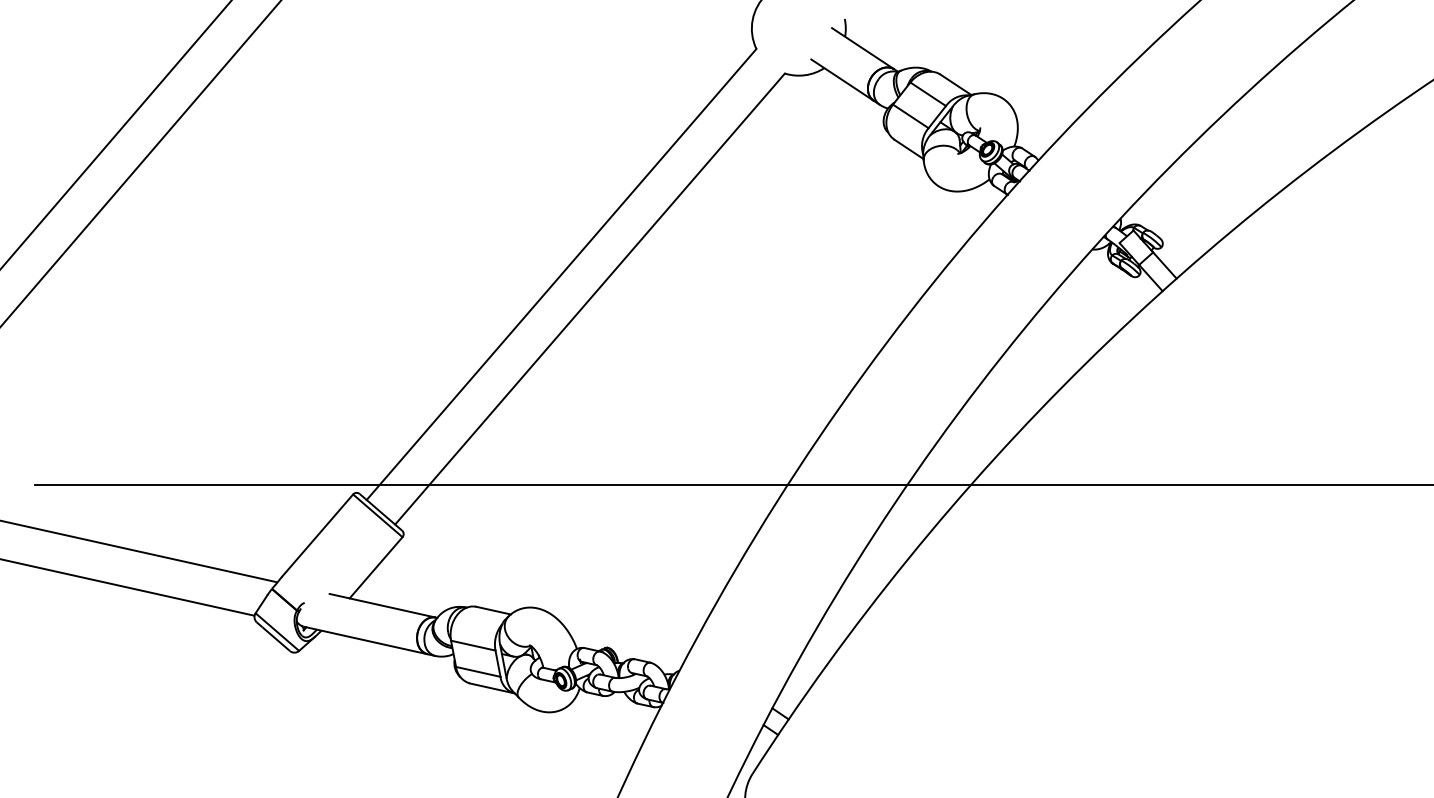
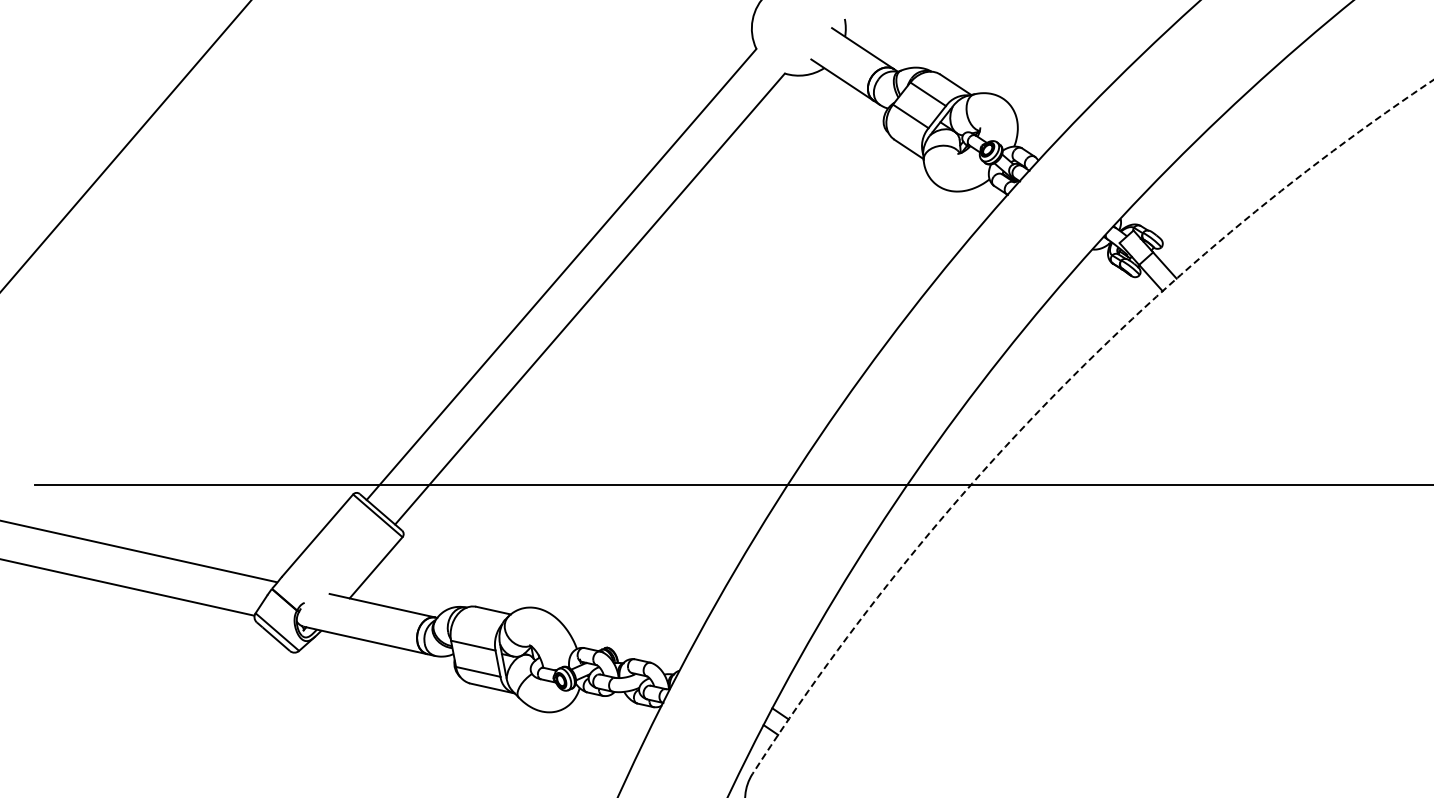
line at (115, 134) position: (115, 134) -> (125, 146)
line at (140, 163): present -> none
arc at (1056, 393): solid -> dashed
